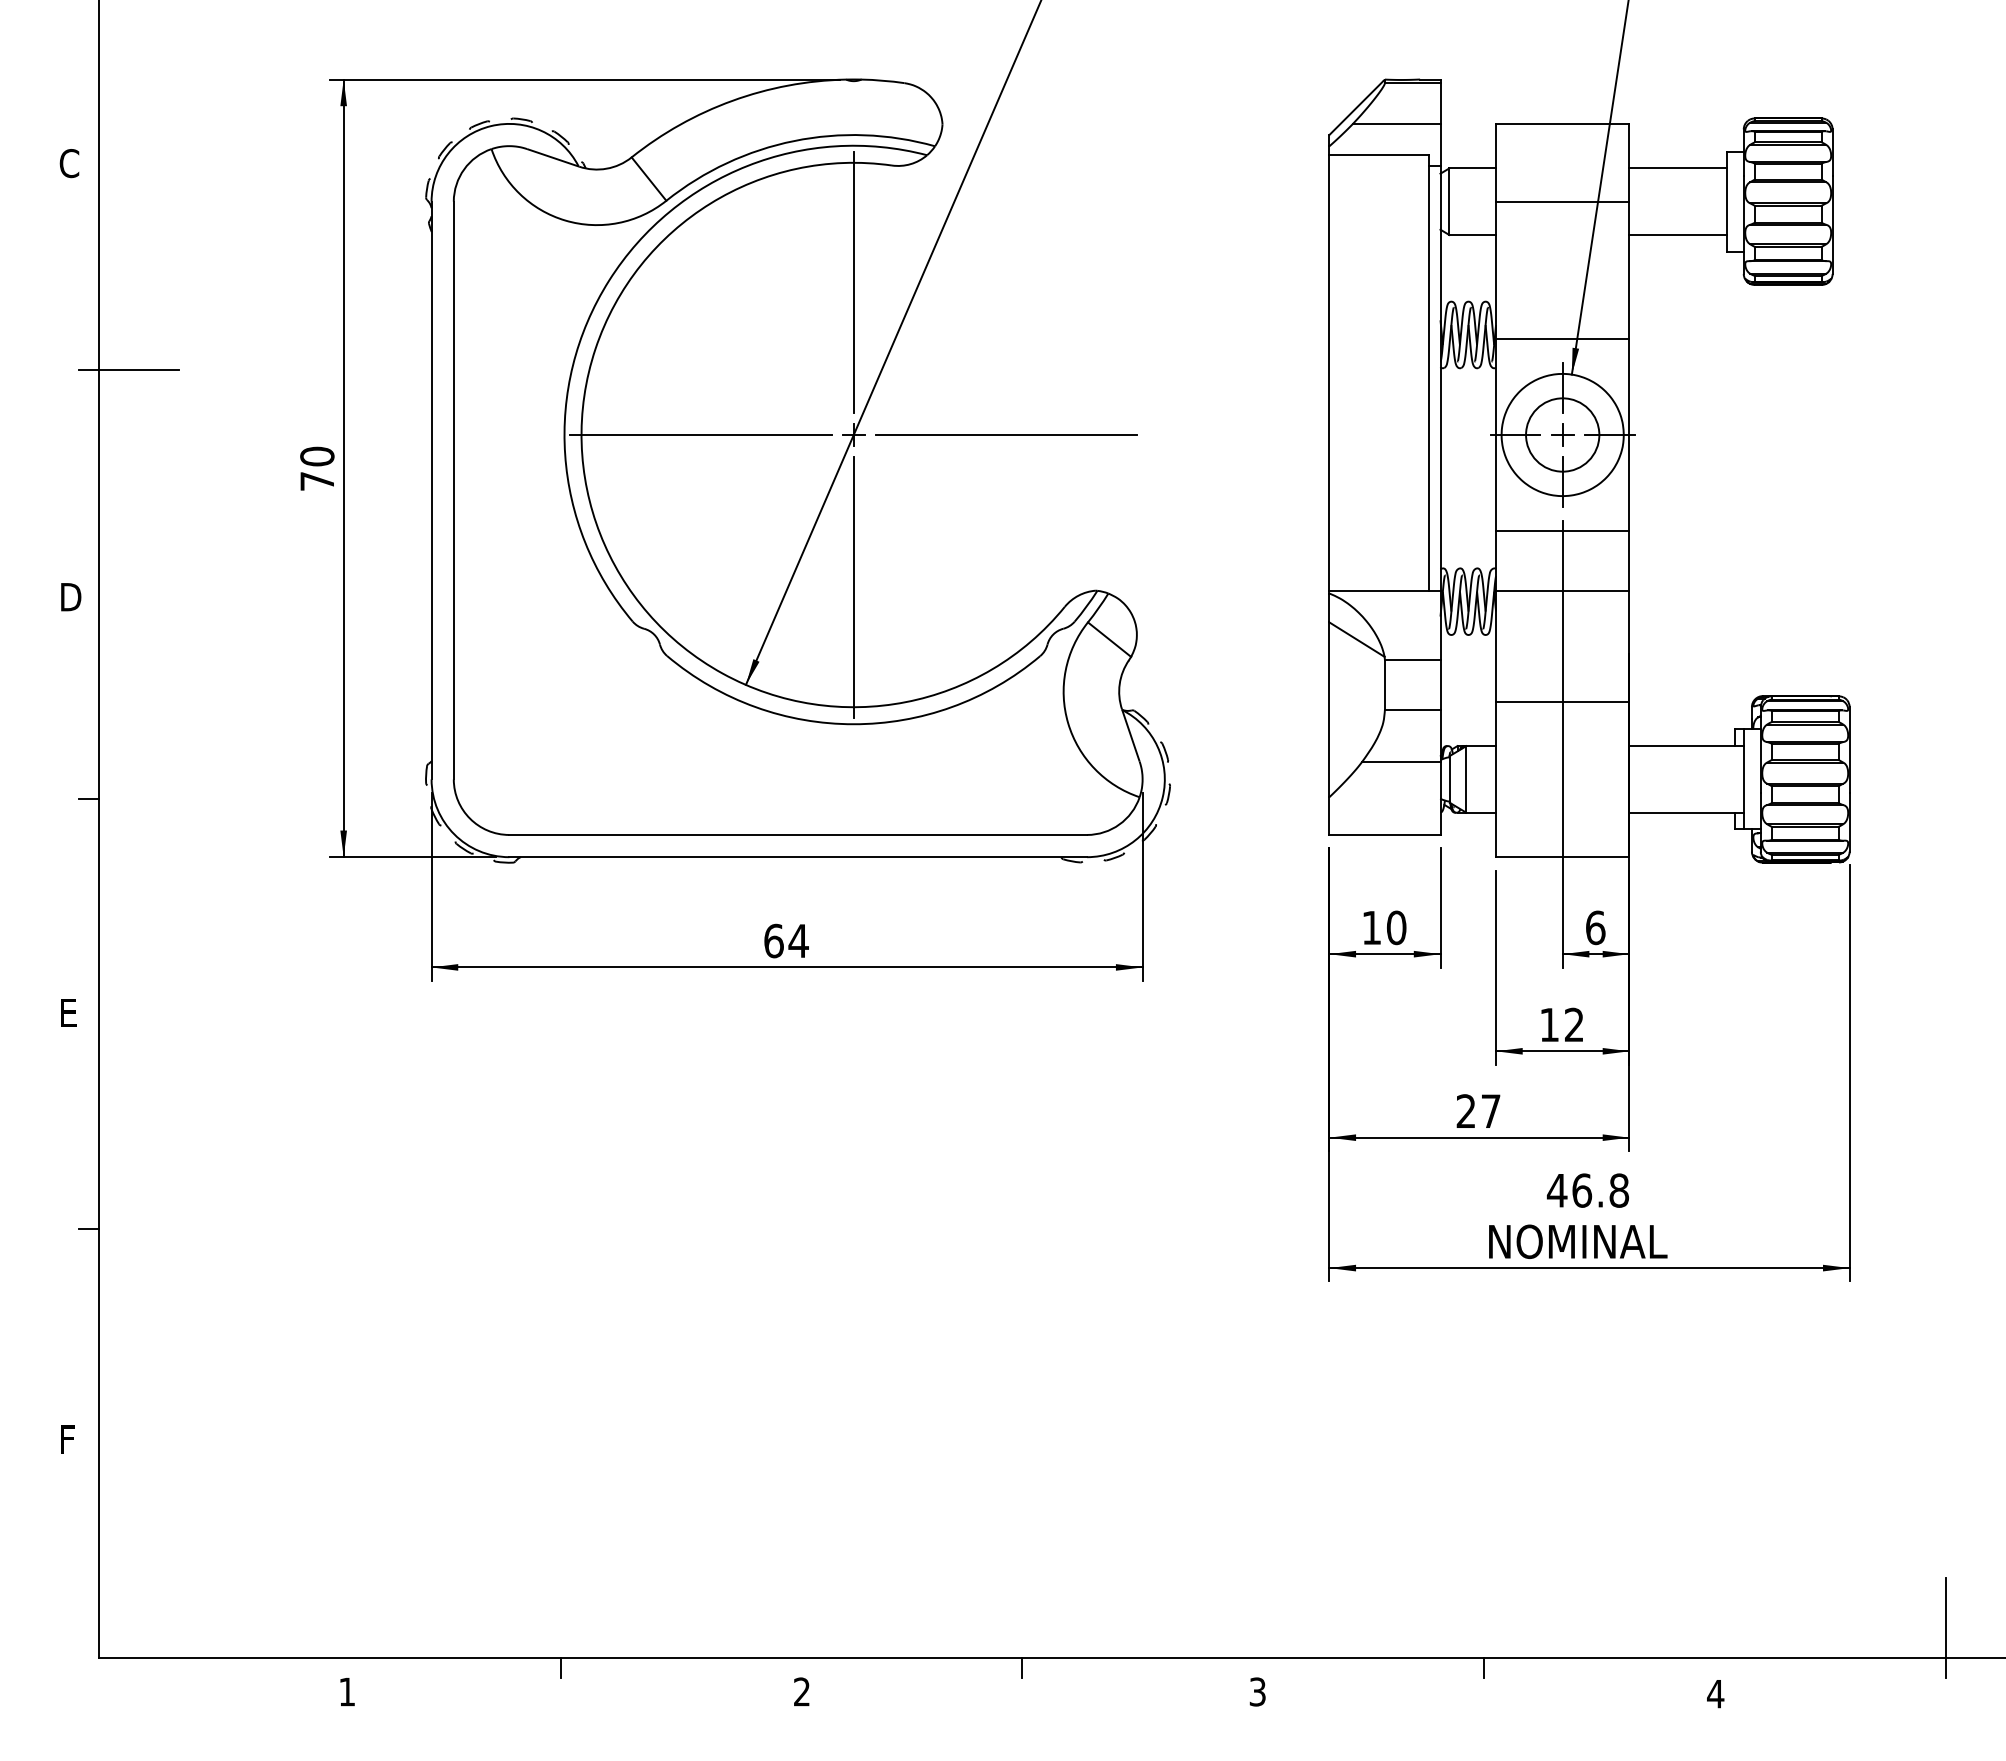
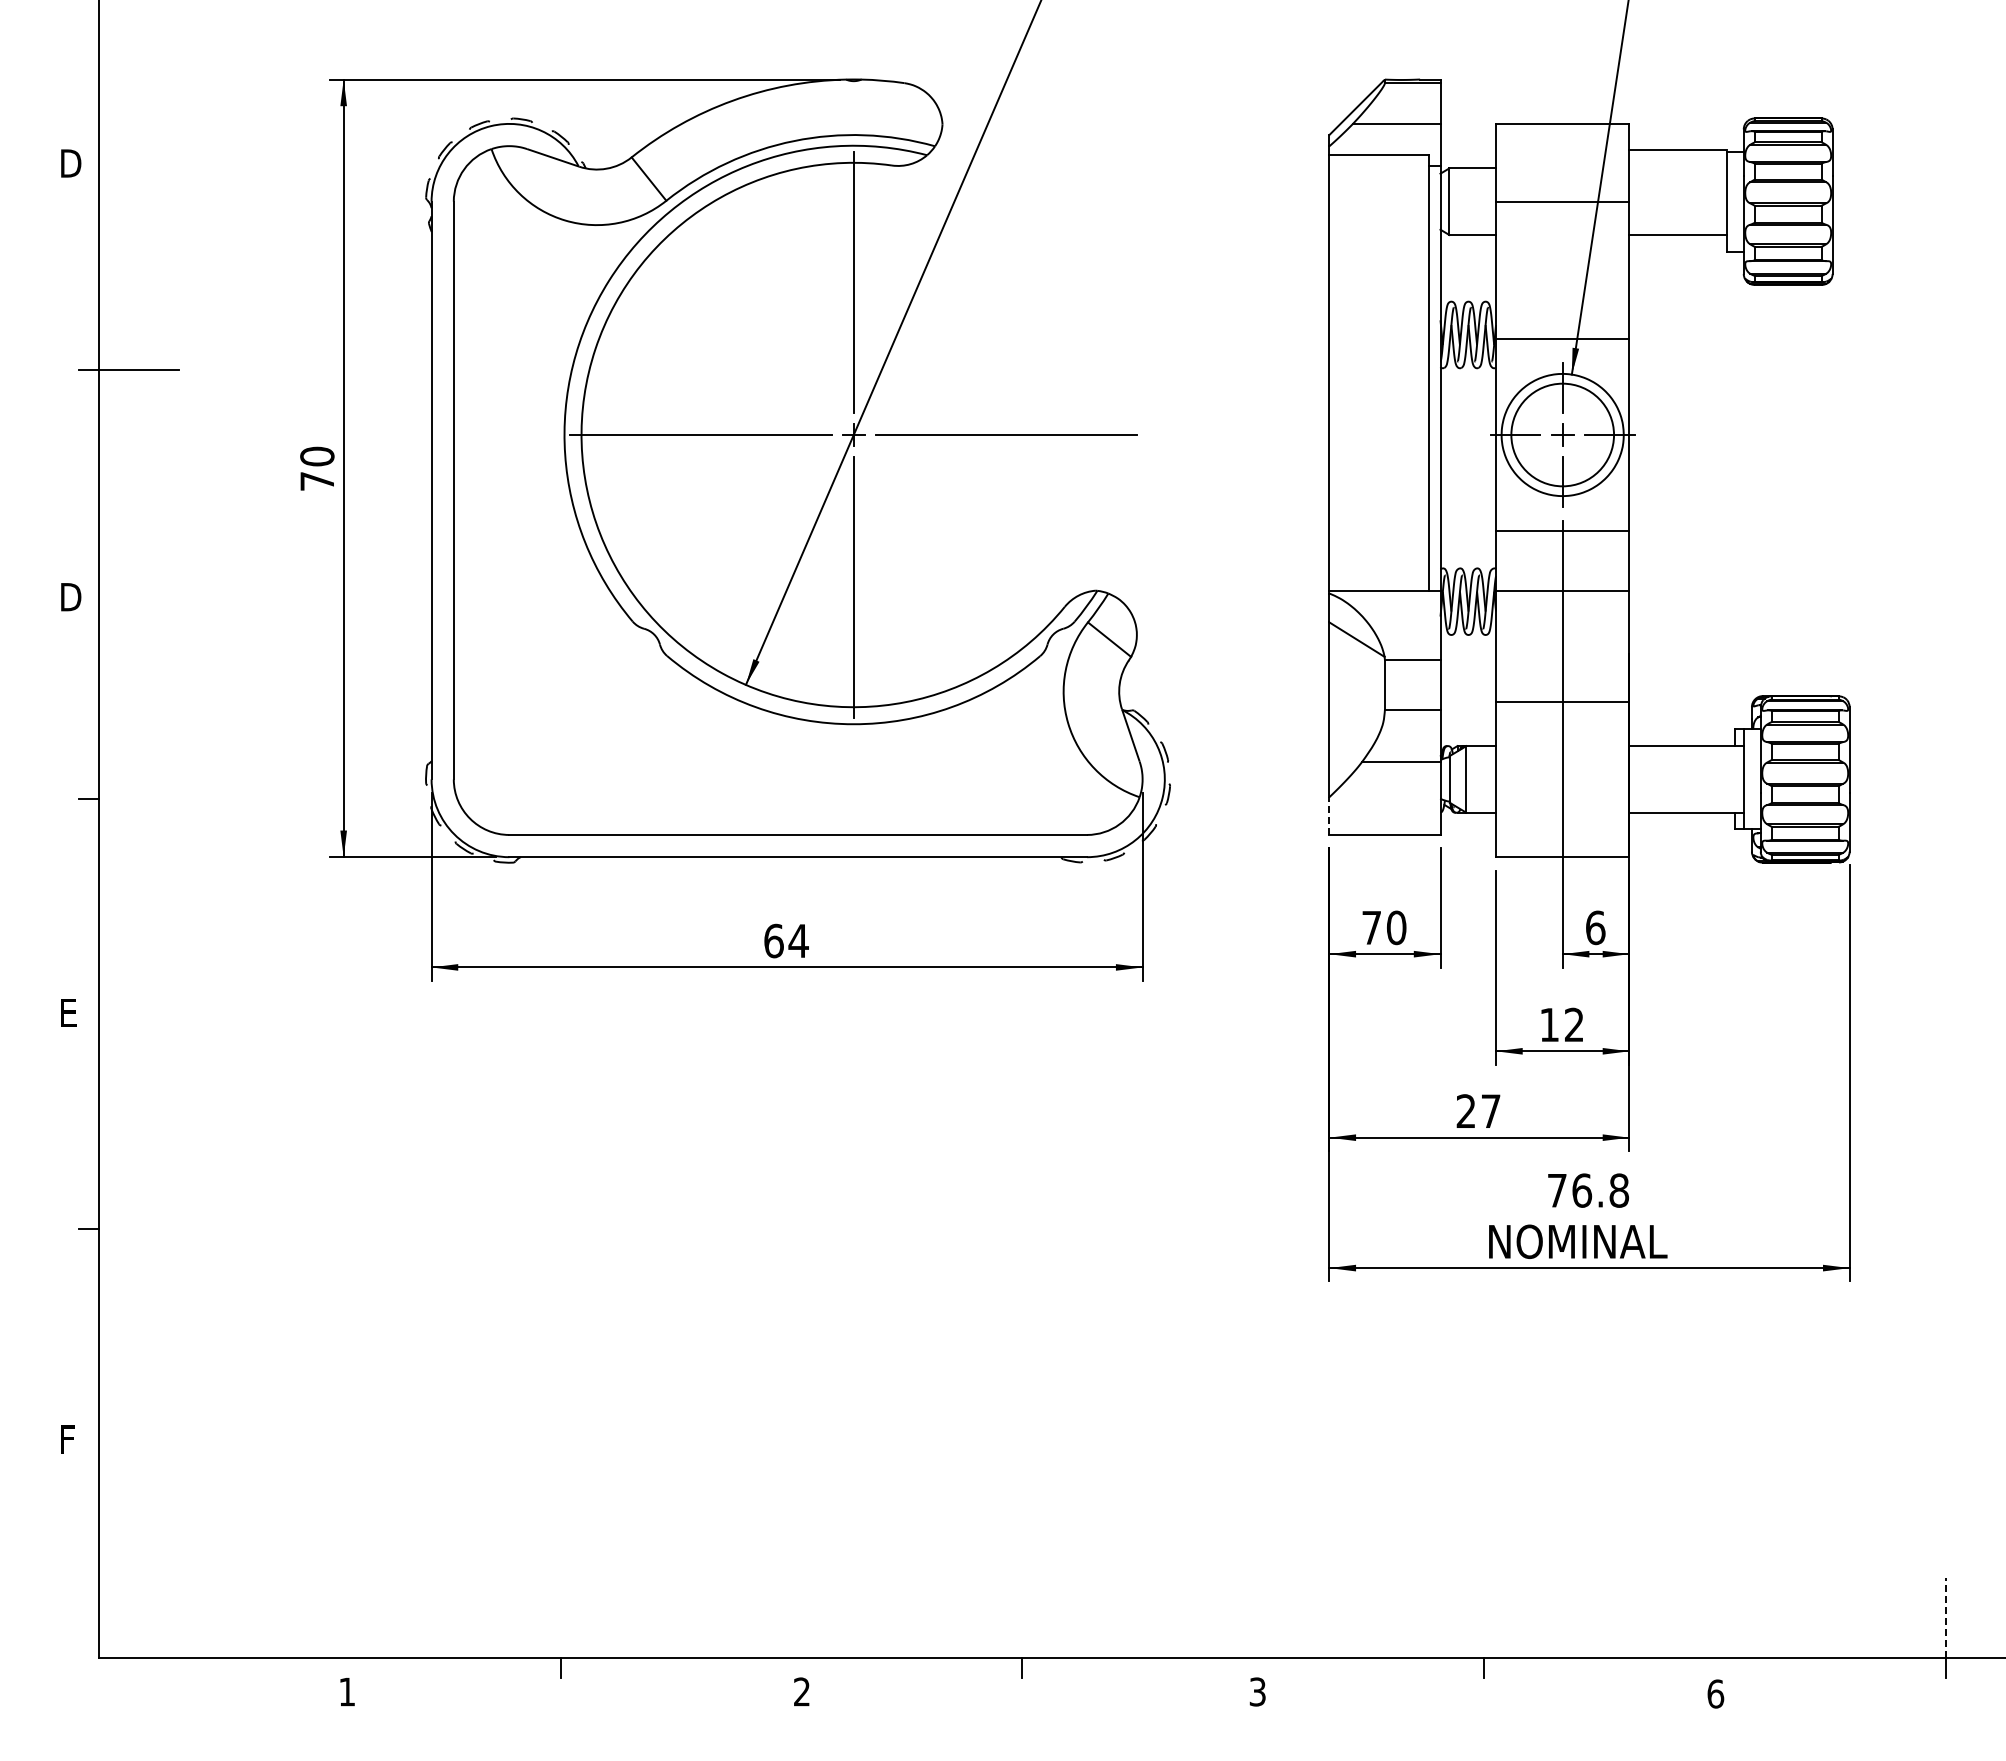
text at (70, 163): C -> D
line at (1678, 168) position: (1678, 168) -> (1678, 150)
circle at (1562, 434) diameter: 73 px -> 103 px
line at (1329, 816): solid -> dashed
text at (1371, 927): 10 -> 70
text at (1556, 1190): 46.8 -> 76.8
line at (1945, 1618): solid -> dashed
text at (1715, 1693): 4 -> 6
